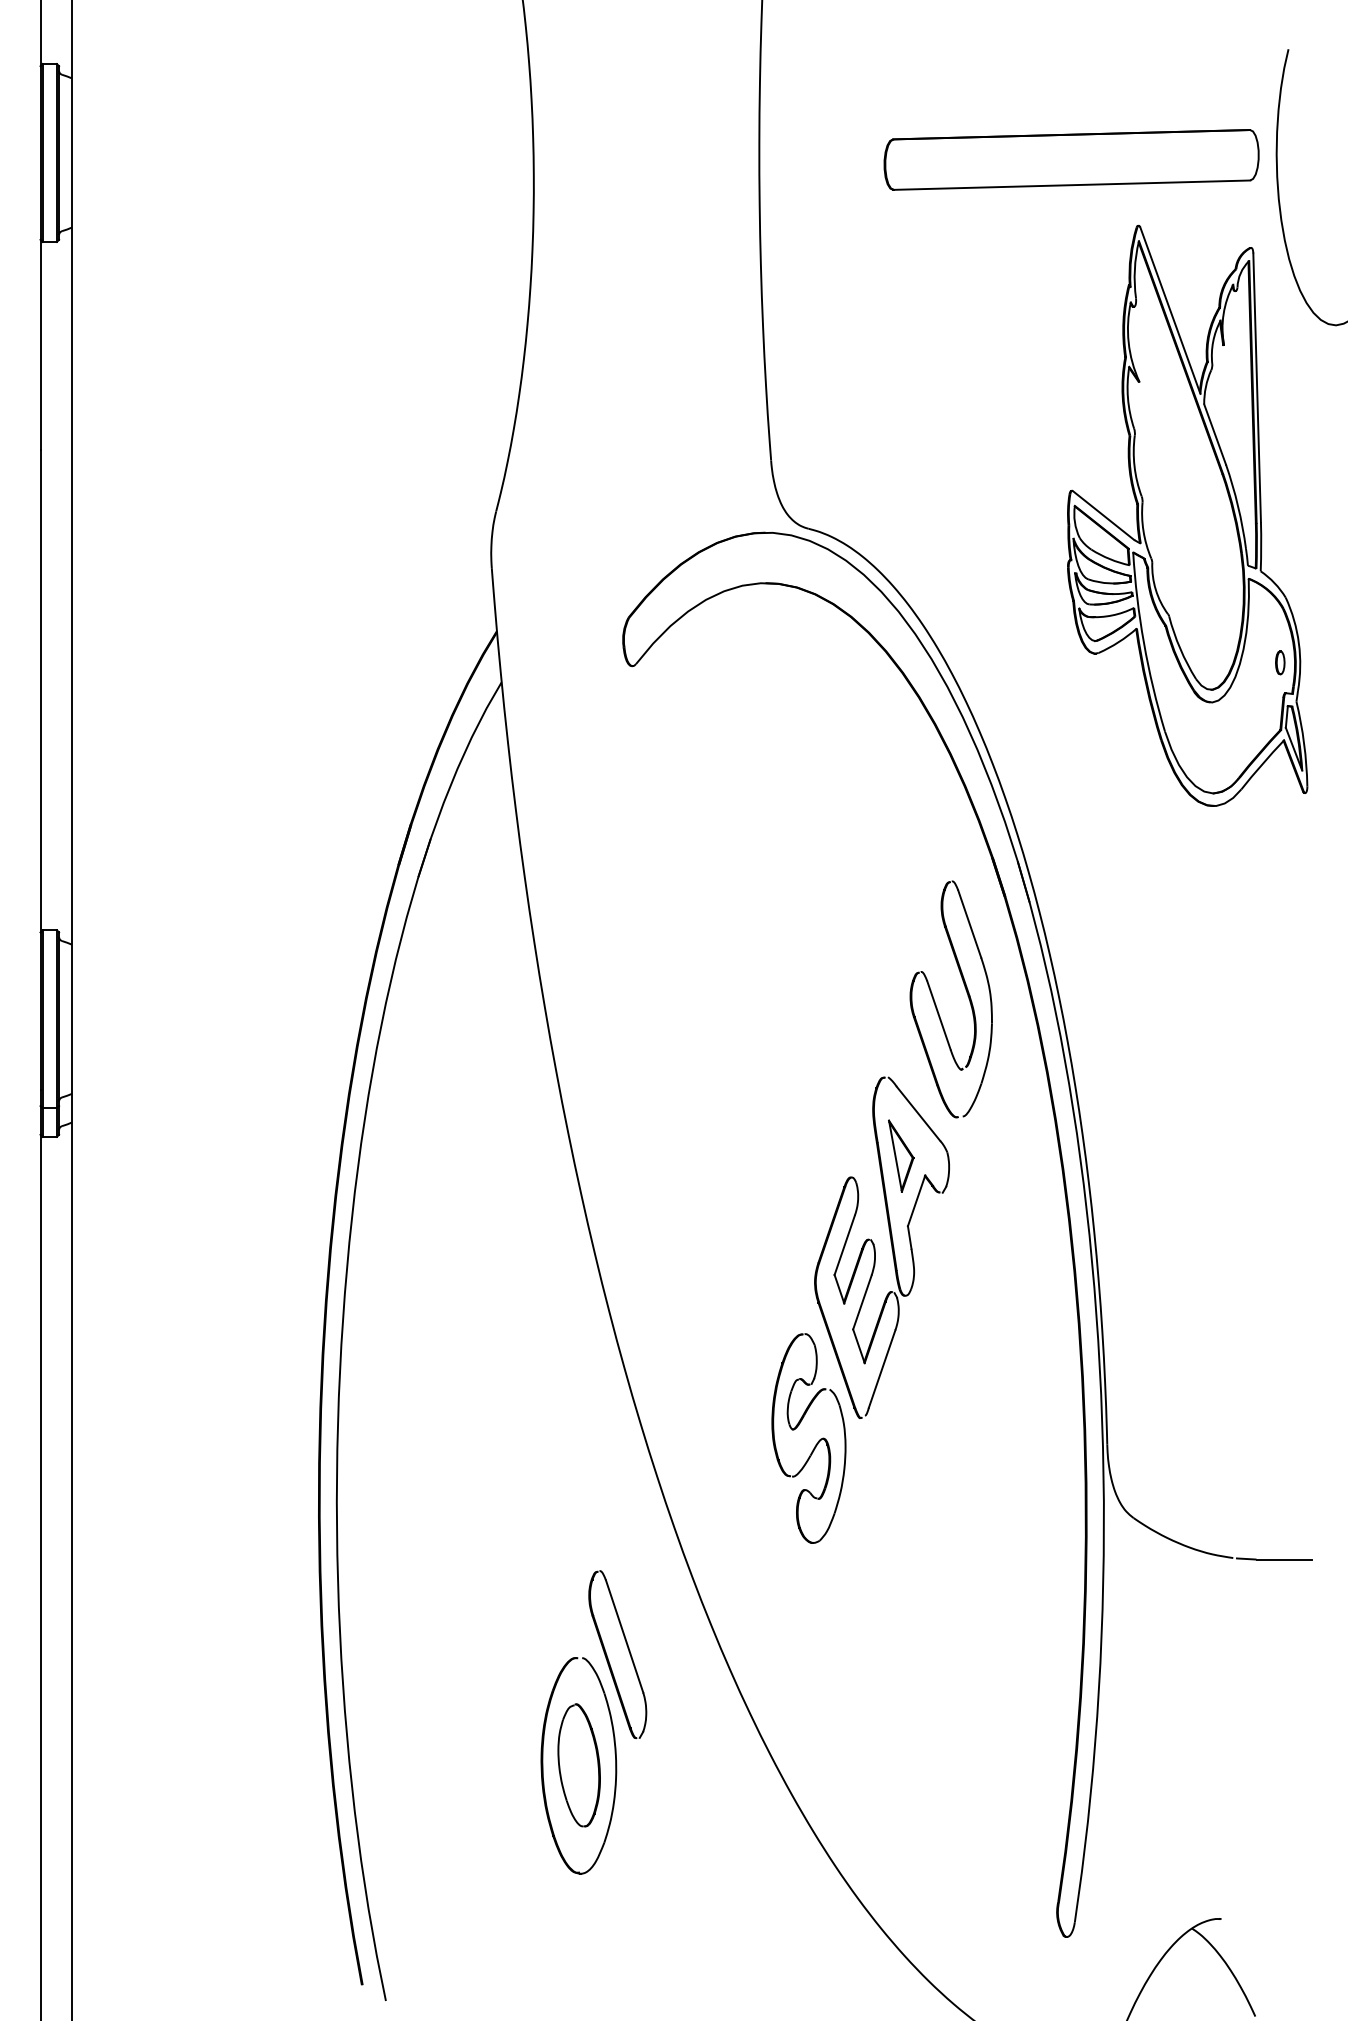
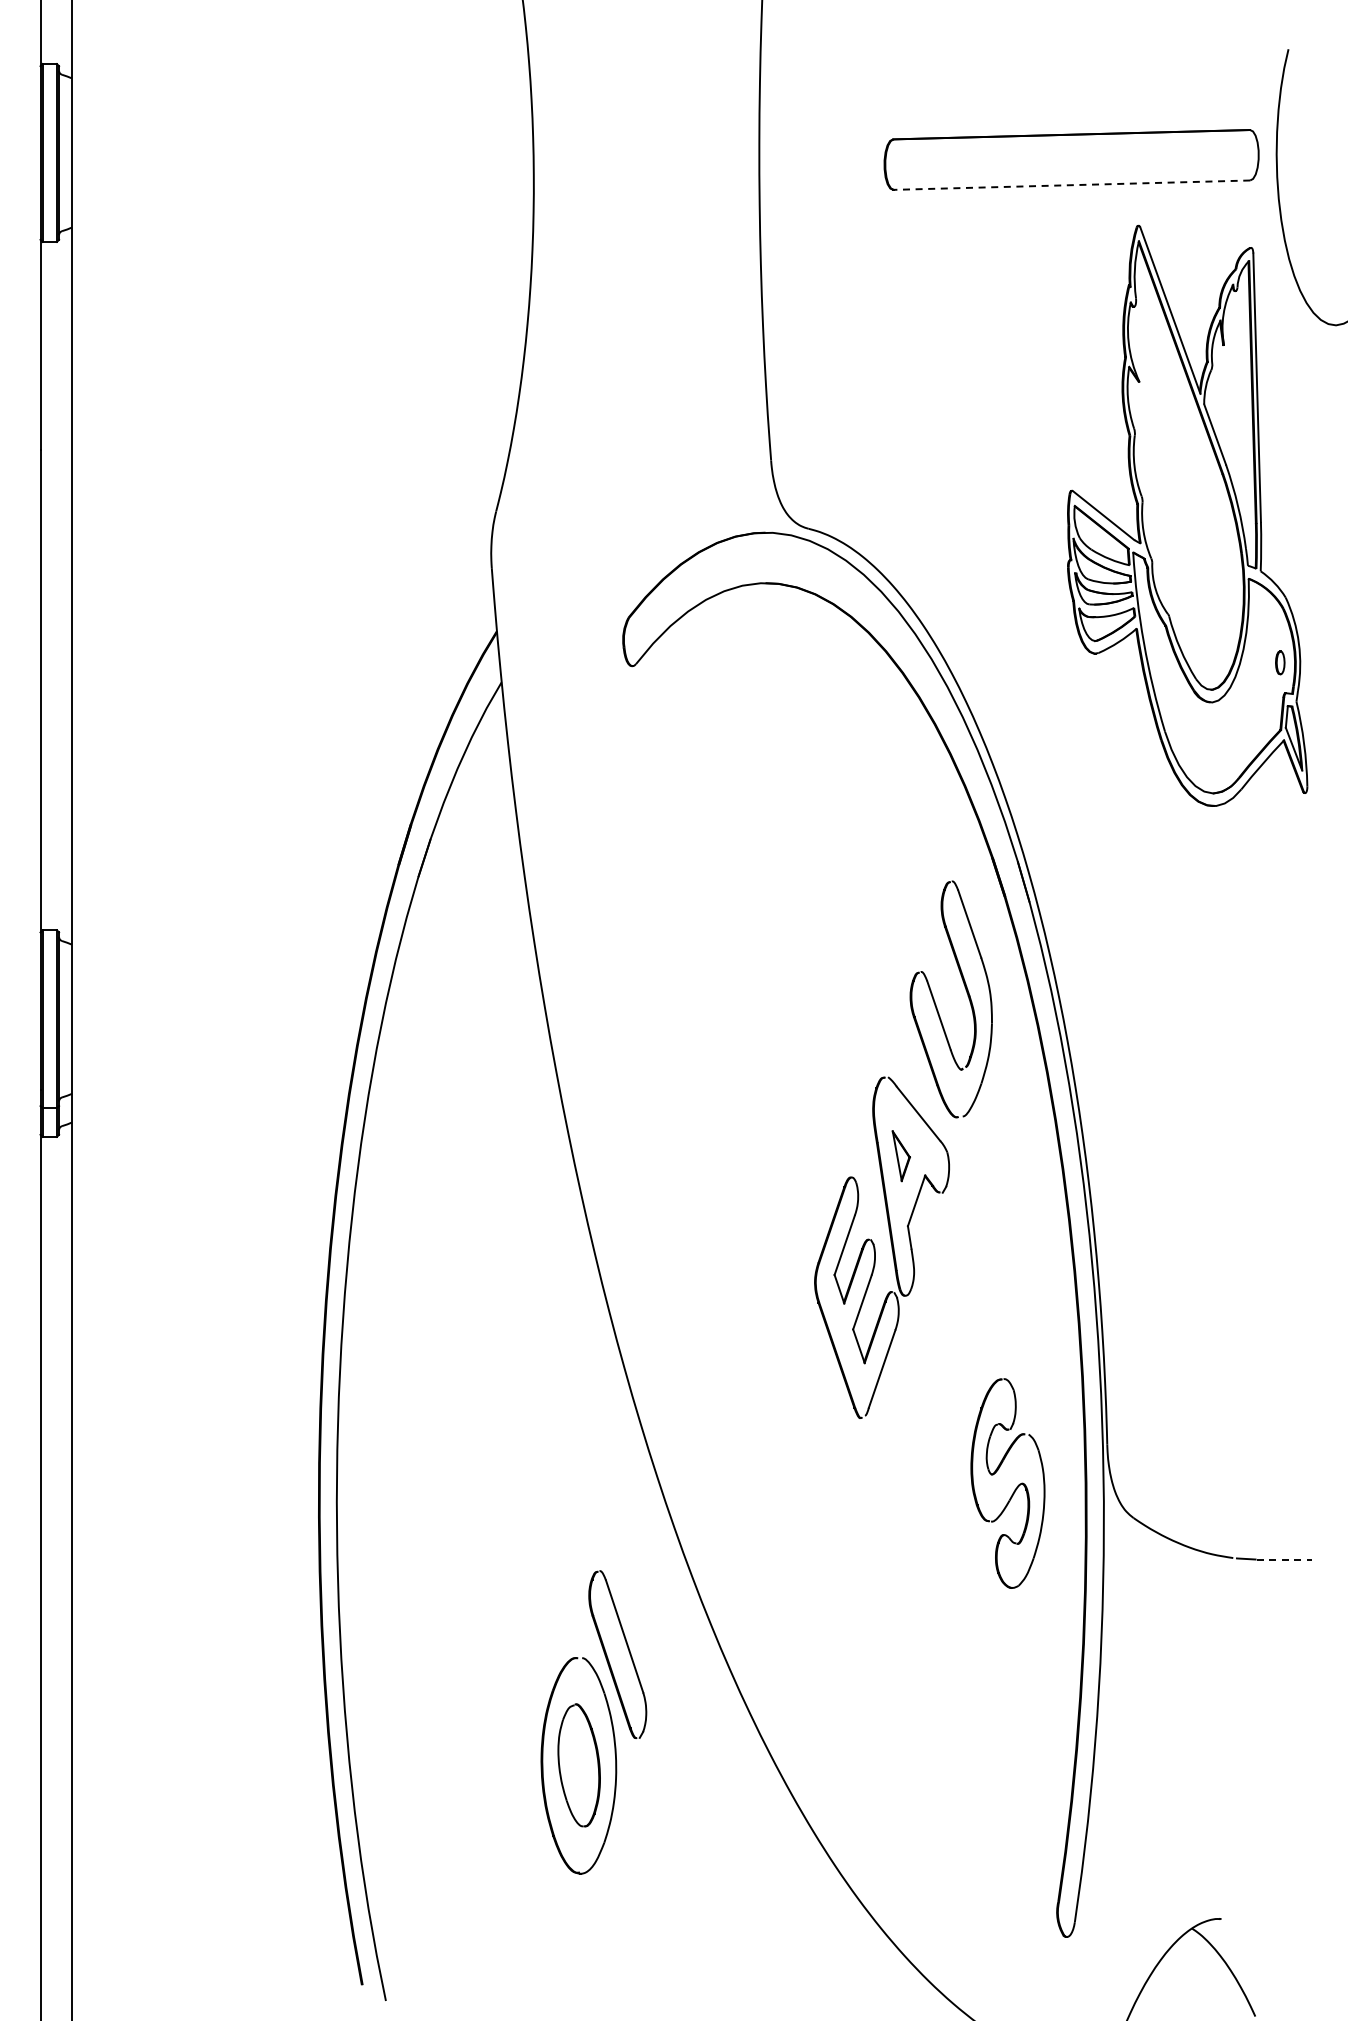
line at (1071, 185): solid -> dashed
part at (901, 1155) size: 27x74 px -> 20x53 px
part at (815, 1444) position: (815, 1444) -> (1014, 1489)
line at (1284, 1559): solid -> dashed
